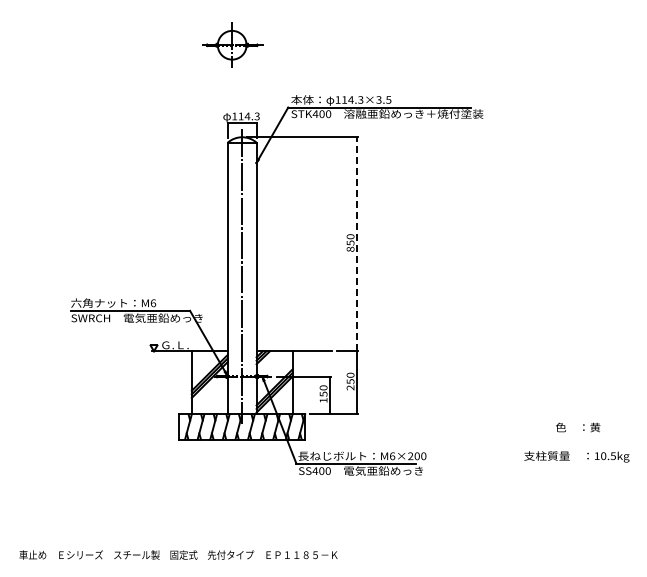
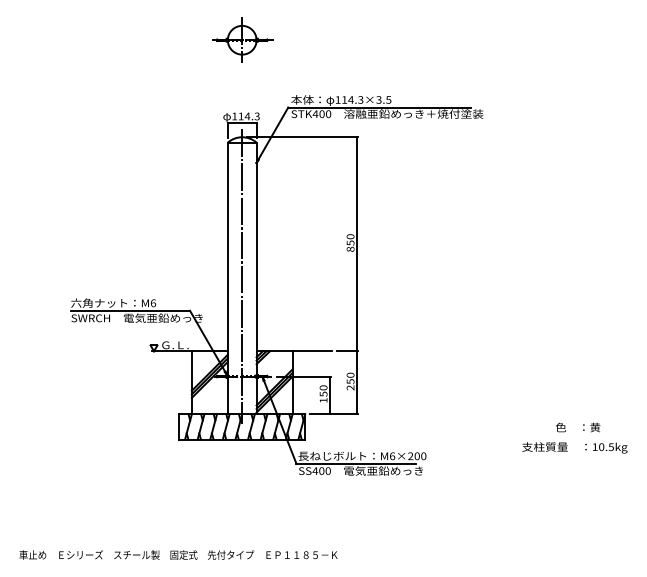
part at (232, 44) position: (232, 44) -> (242, 39)
line at (357, 243): dashed -> solid
text at (576, 456) position: (576, 456) -> (574, 447)
